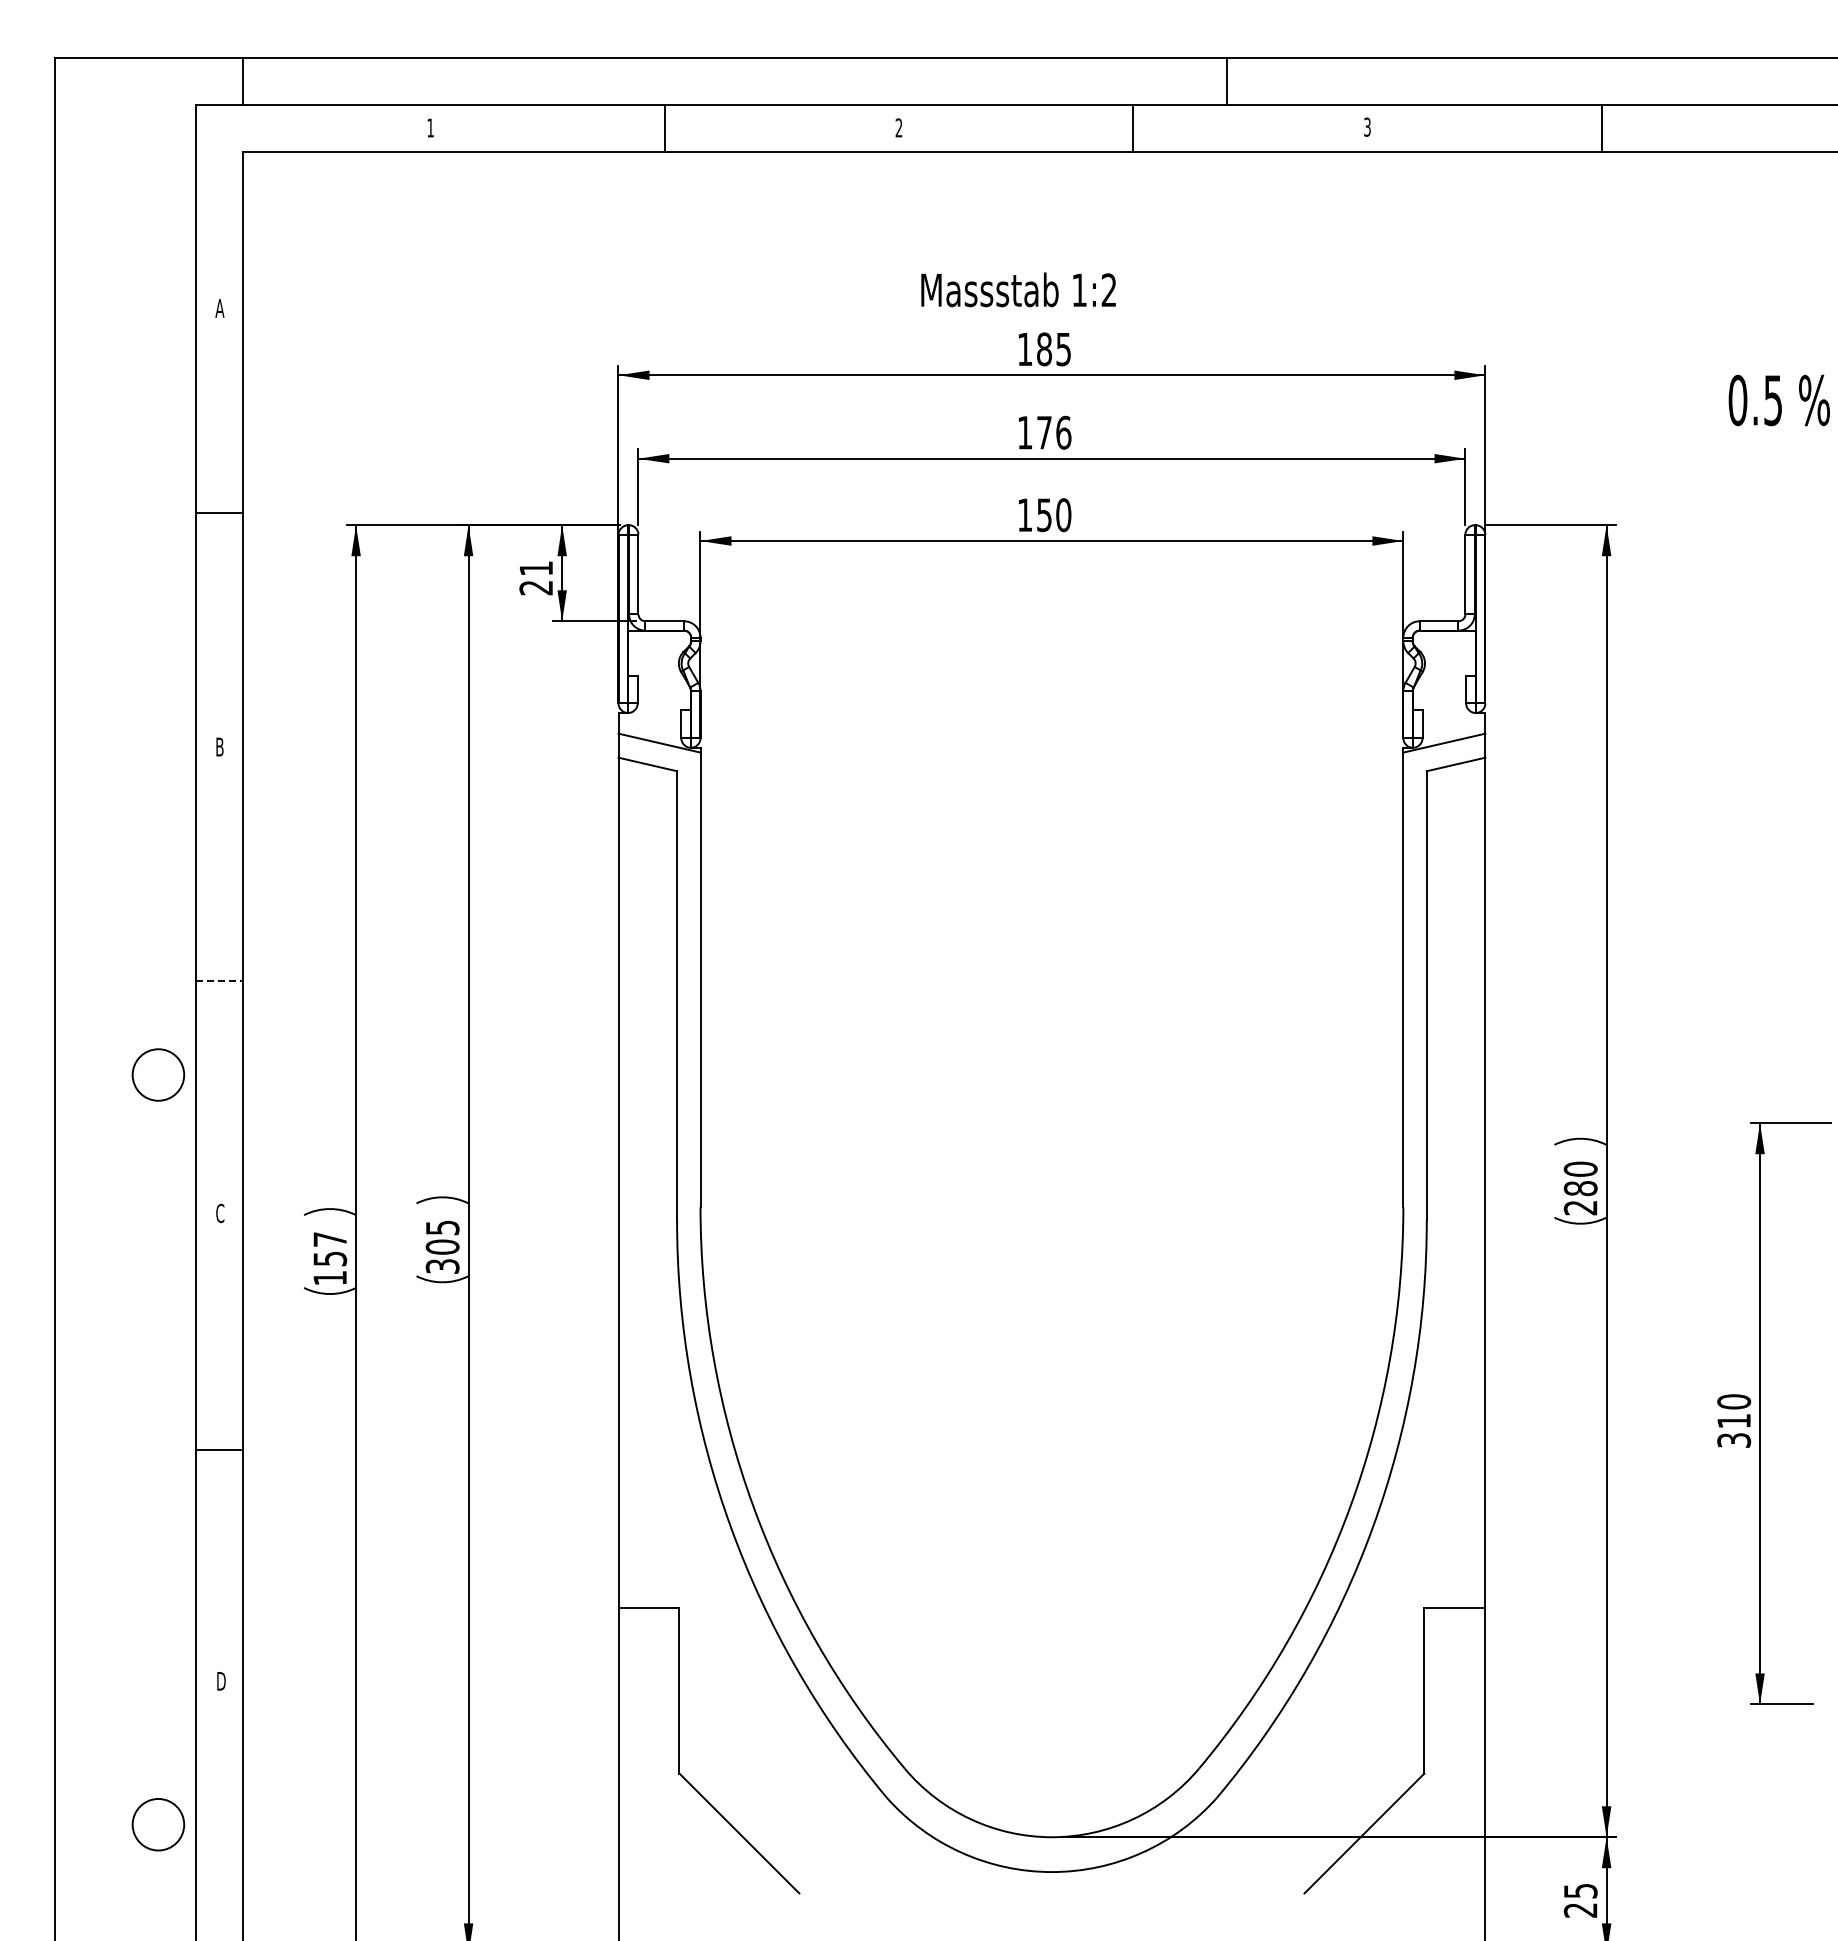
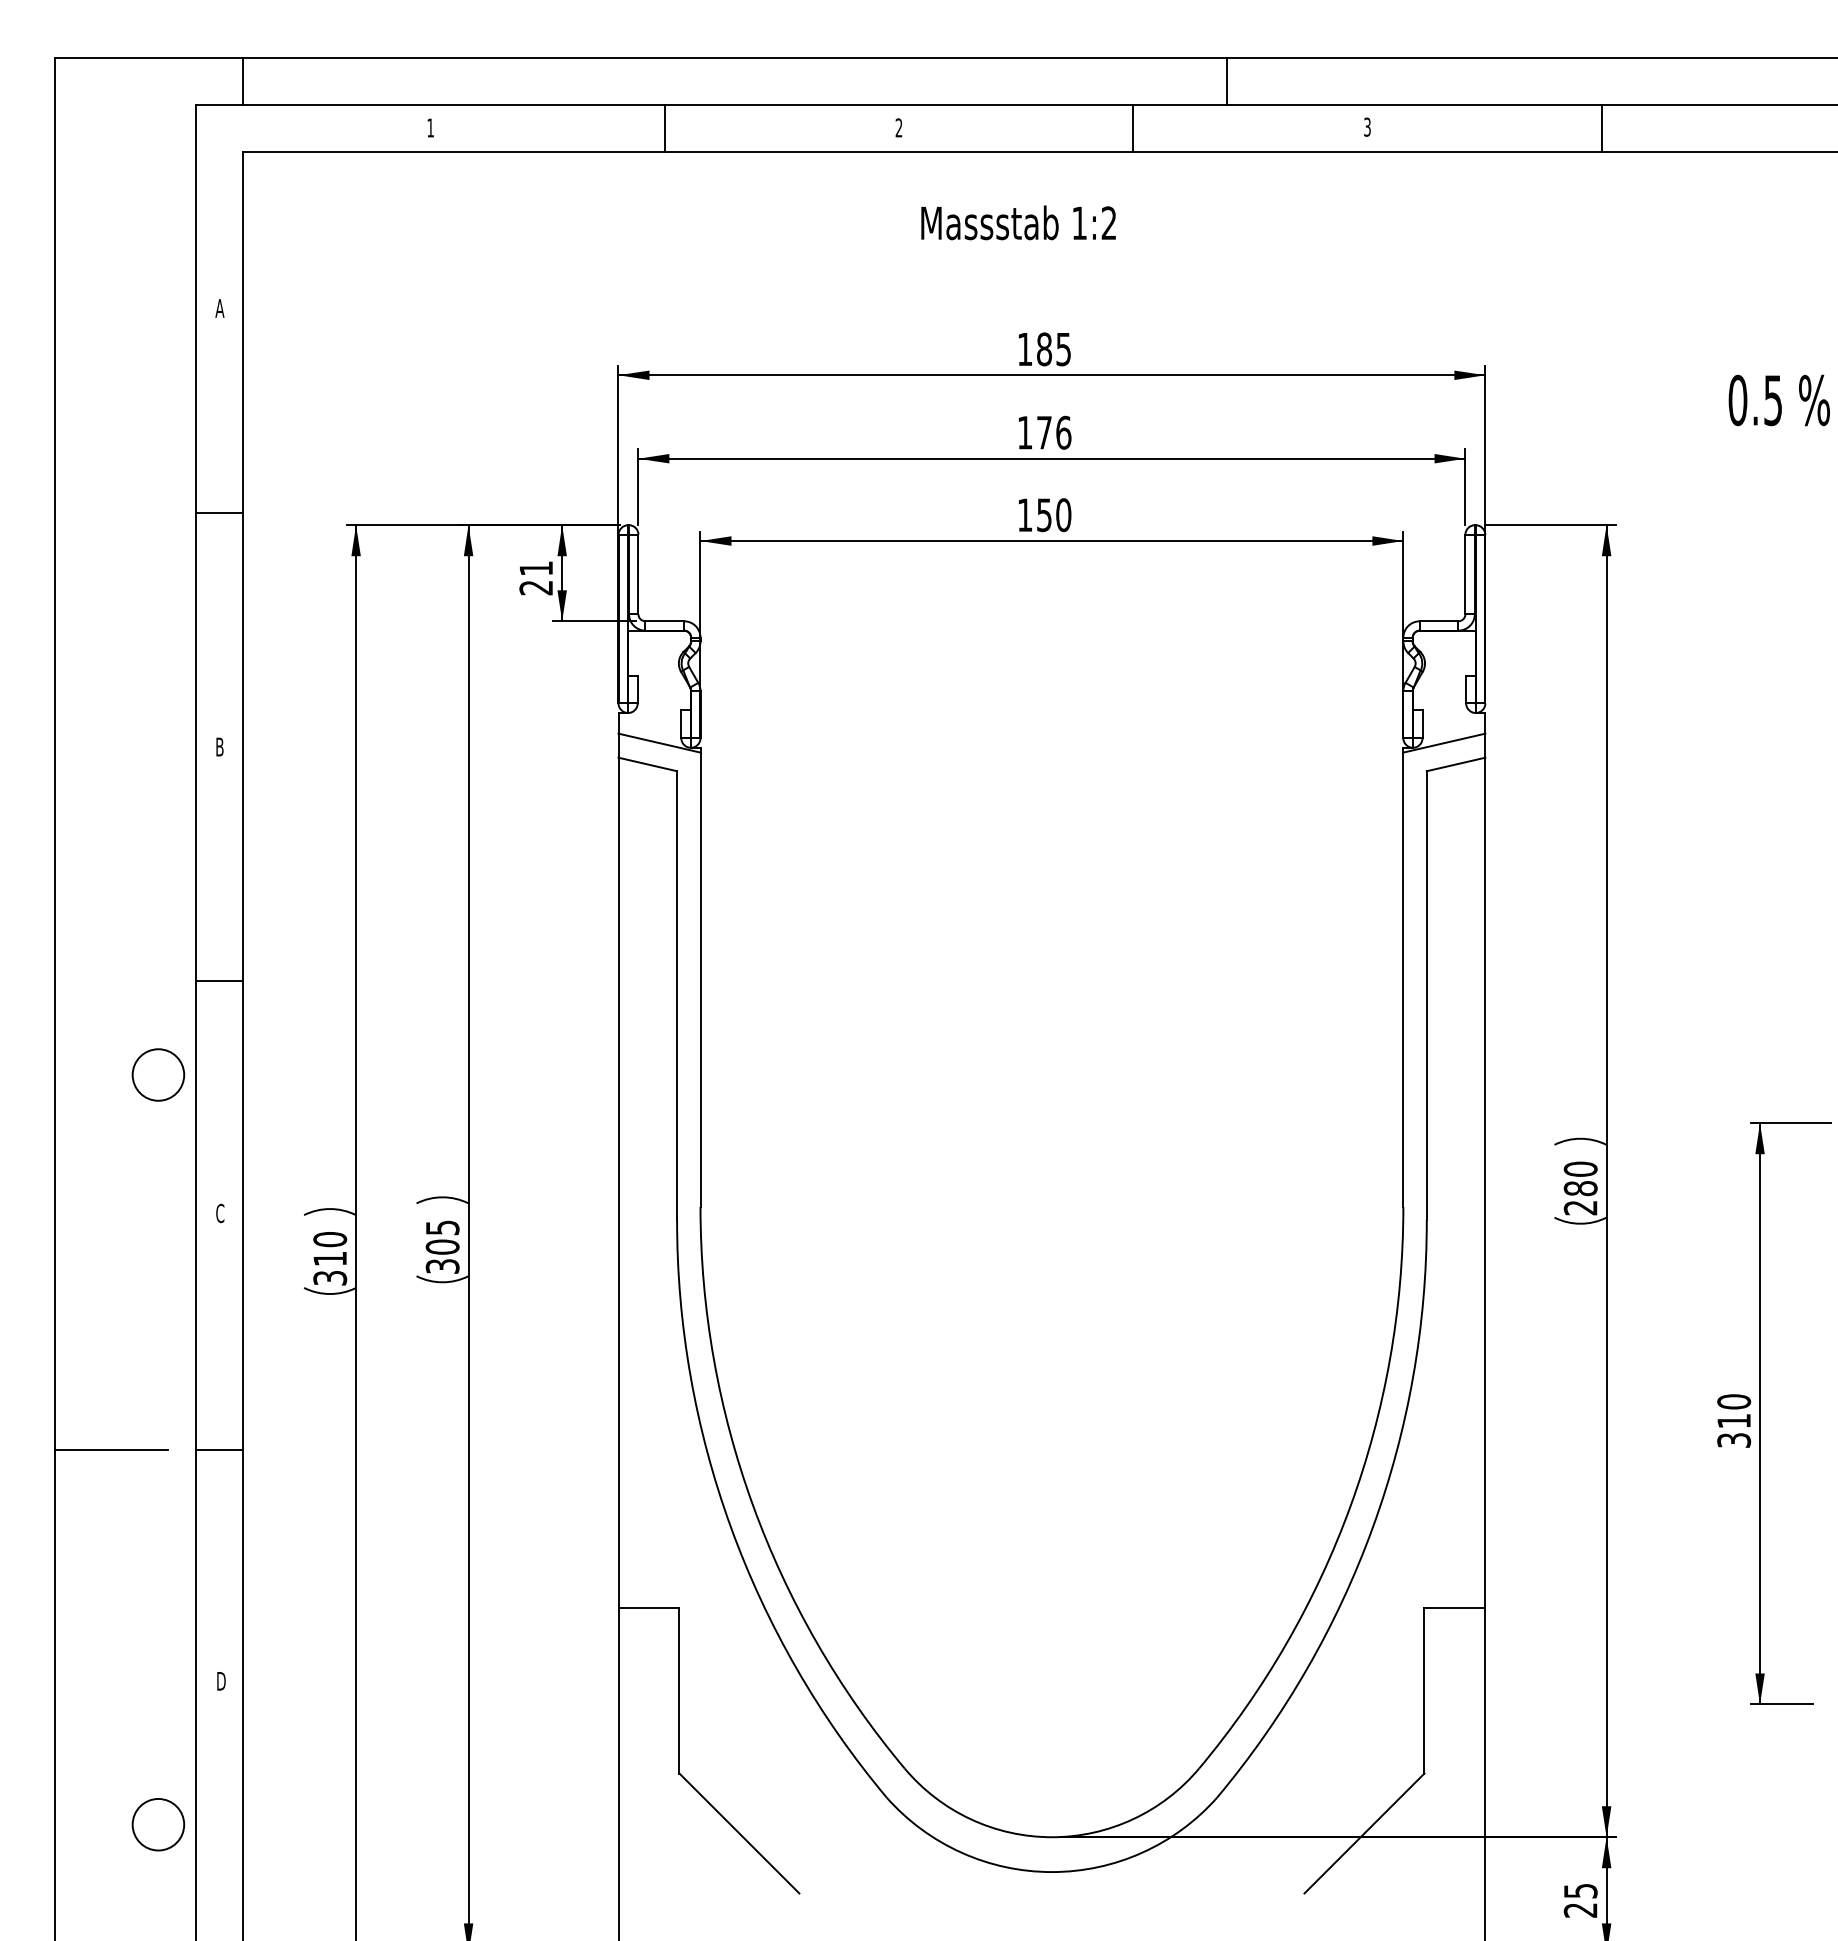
text at (1018, 289) position: (1018, 289) -> (1018, 222)
line at (219, 981): dashed -> solid
text at (330, 1258): 157 -> 310
line at (111, 1449): none -> present
